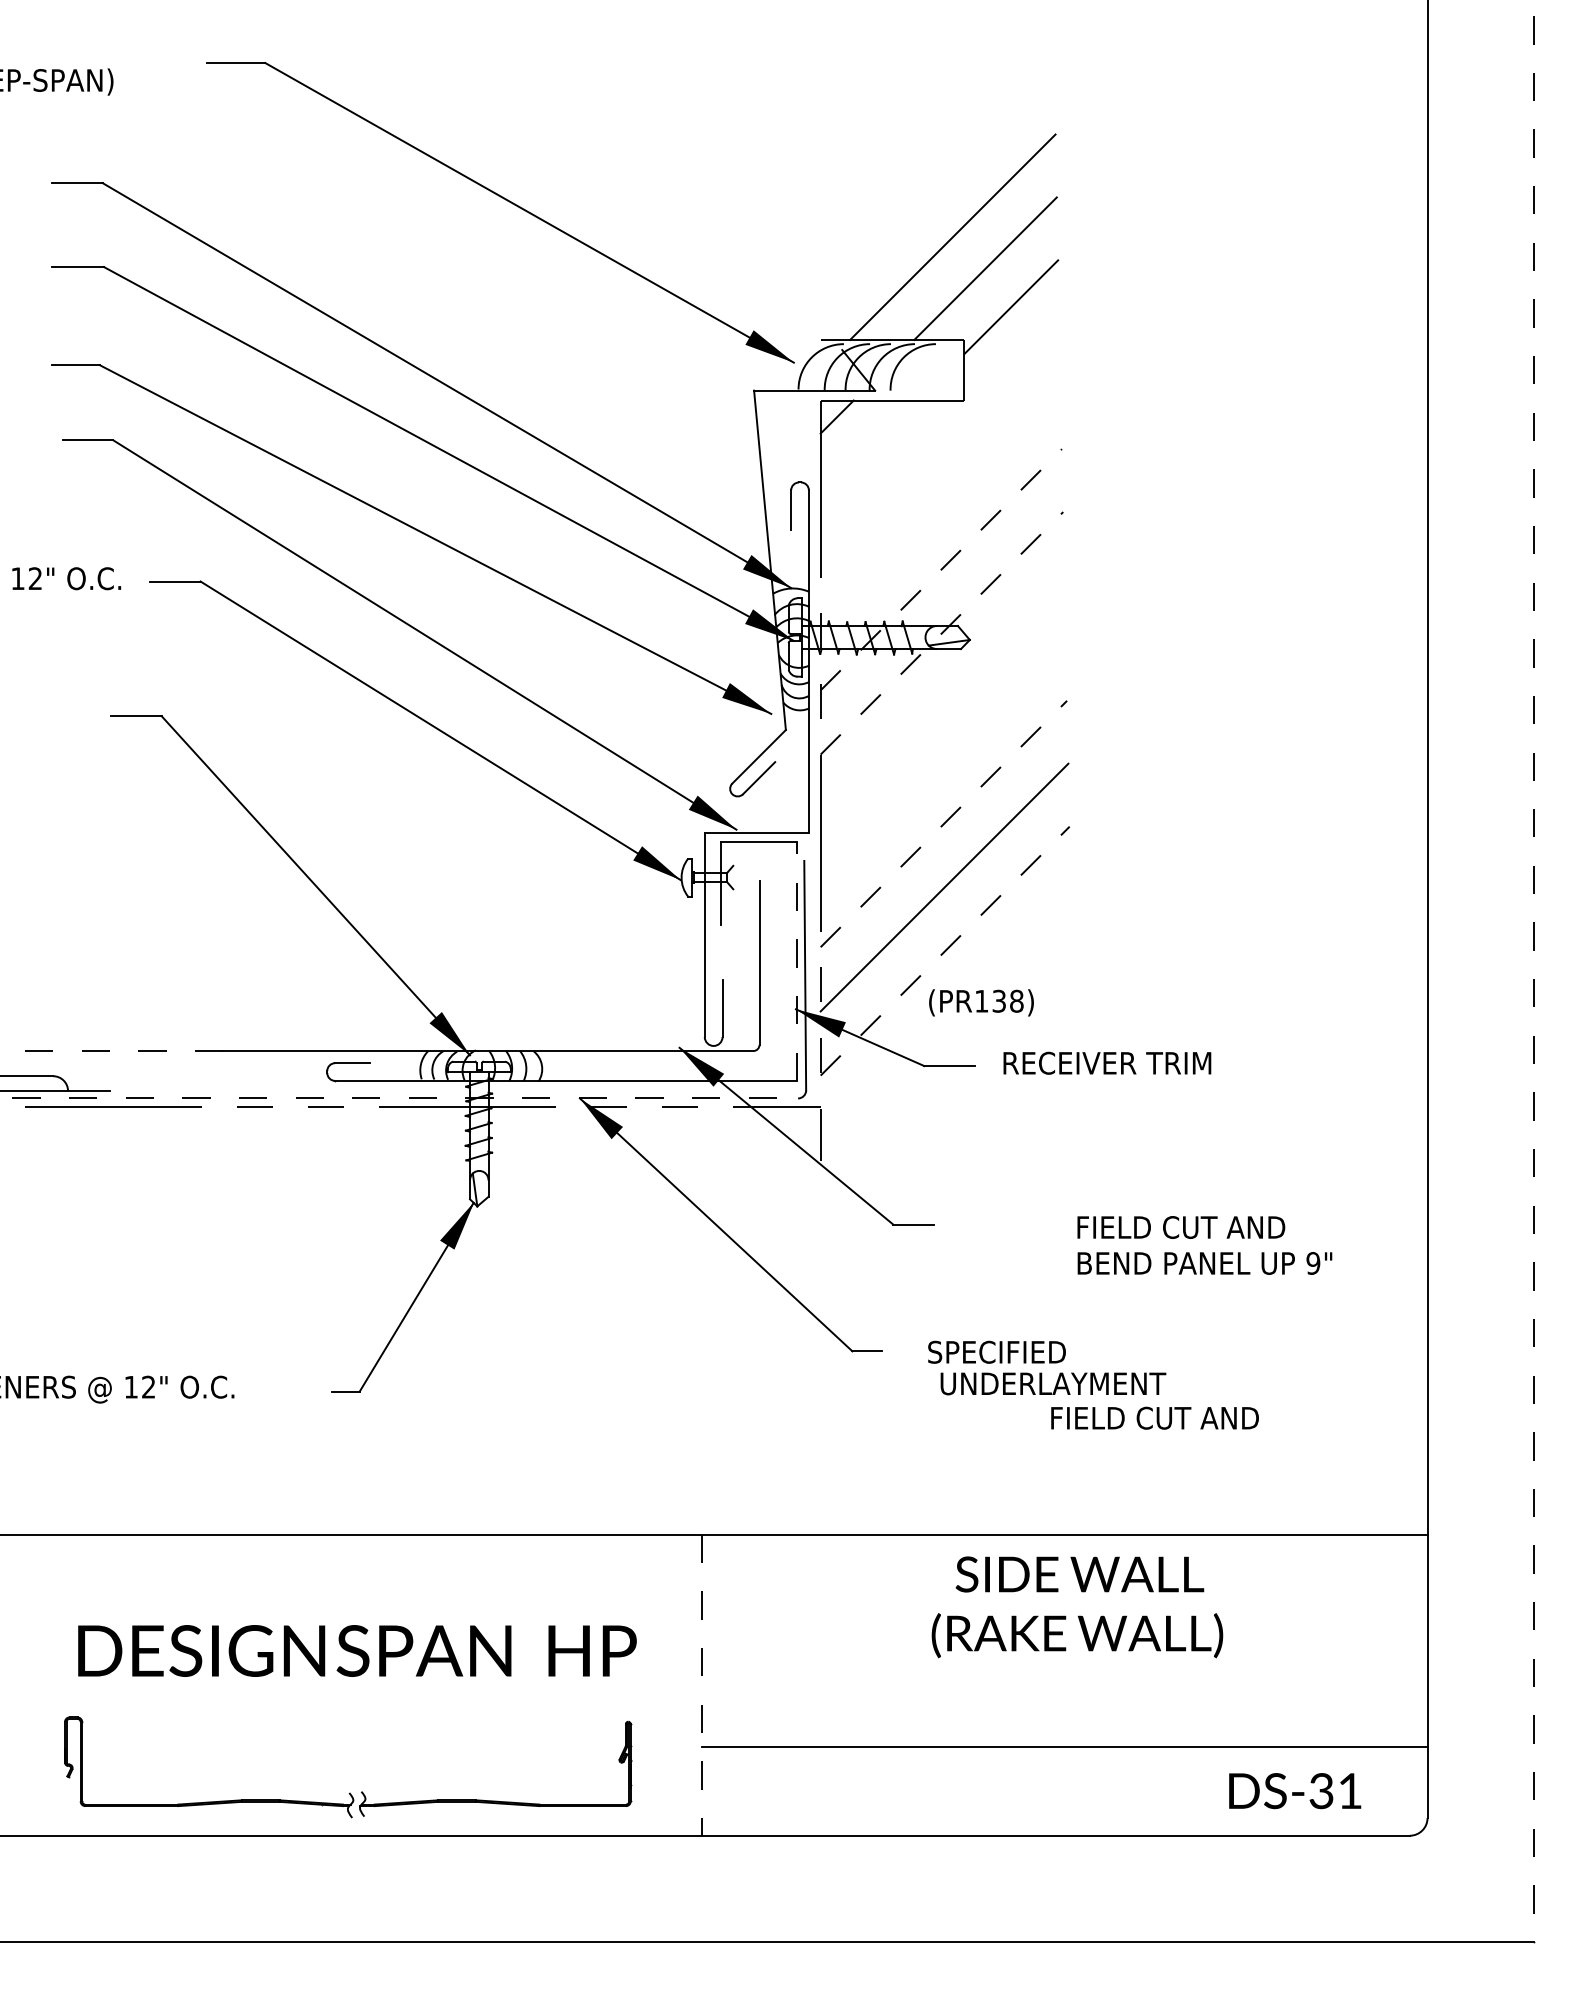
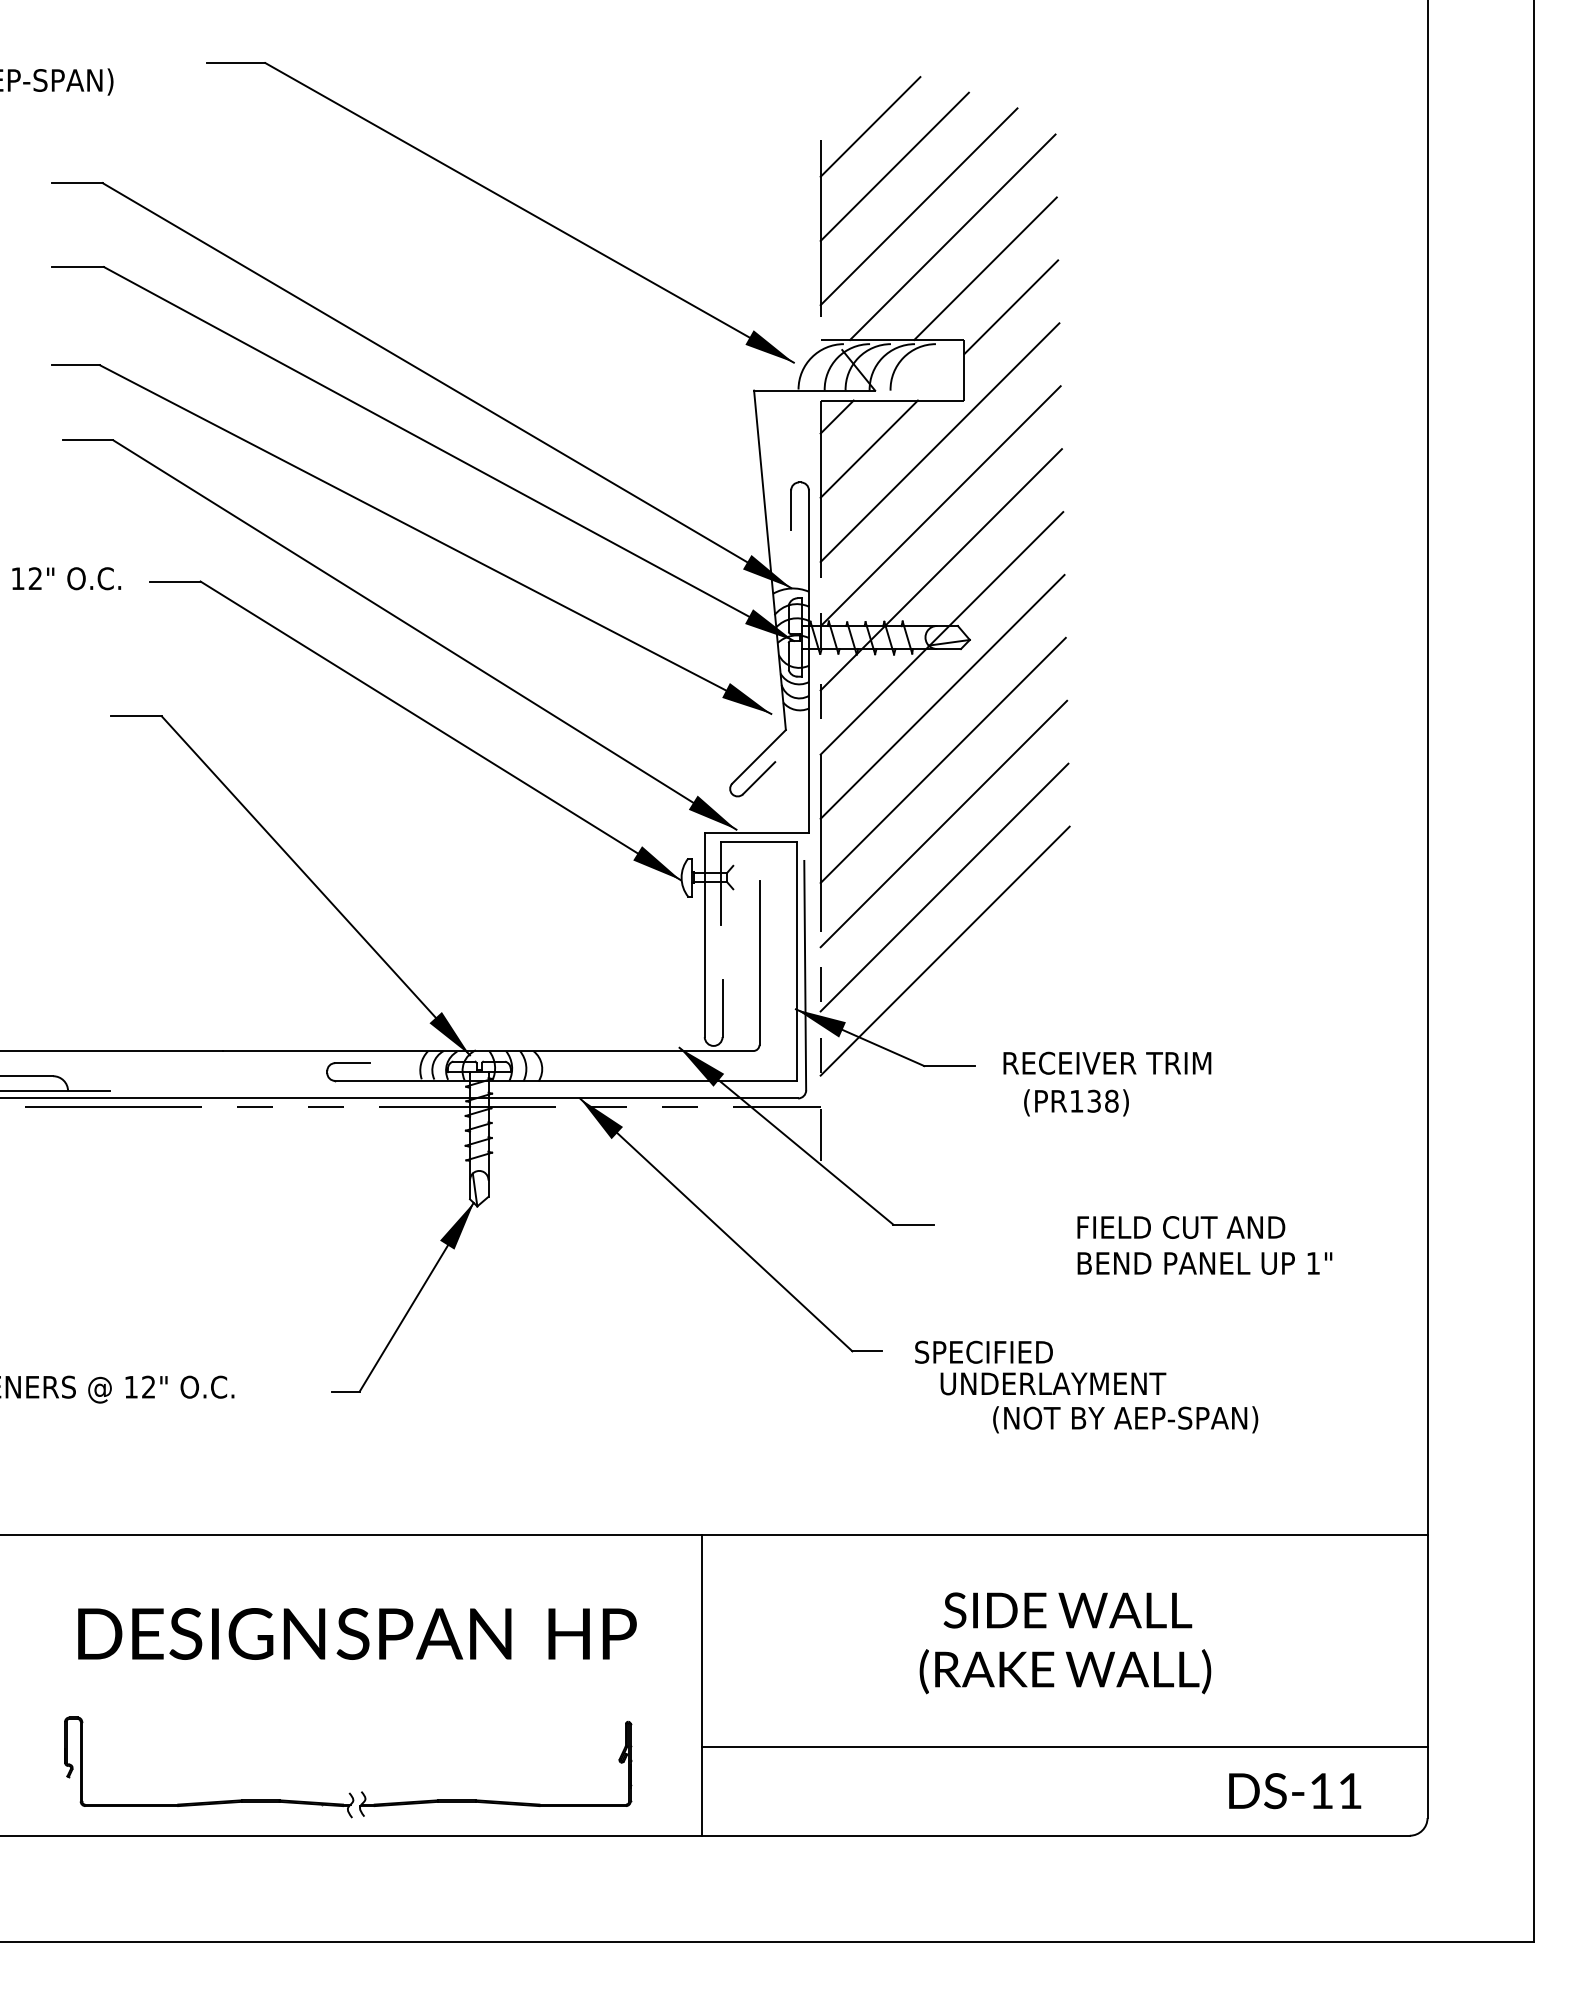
part at (923, 200): none -> present
line at (939, 442): none -> present
line at (868, 448): none -> present
line at (940, 506): none -> present
line at (941, 569): dashed -> solid
line at (941, 633): dashed -> solid
line at (942, 696): none -> present
line at (942, 760): none -> present
line at (944, 823): dashed -> solid
line at (945, 950): dashed -> solid
line at (796, 961): dashed -> solid
line at (1533, 971): dashed -> solid
text at (981, 1002) position: (981, 1002) -> (1076, 1102)
line at (111, 1051): dashed -> solid
line at (399, 1098): dashed -> solid
text at (1313, 1263): 9" -> 1"
text at (996, 1351) position: (996, 1351) -> (983, 1351)
text at (1125, 1419): FIELD CUT AND -> (NOT BY AEP-SPAN)
text at (1077, 1607) position: (1077, 1607) -> (1065, 1643)
text at (357, 1650) position: (357, 1650) -> (357, 1633)
line at (701, 1685): dashed -> solid
text at (1321, 1791): DS-31 -> DS-11
